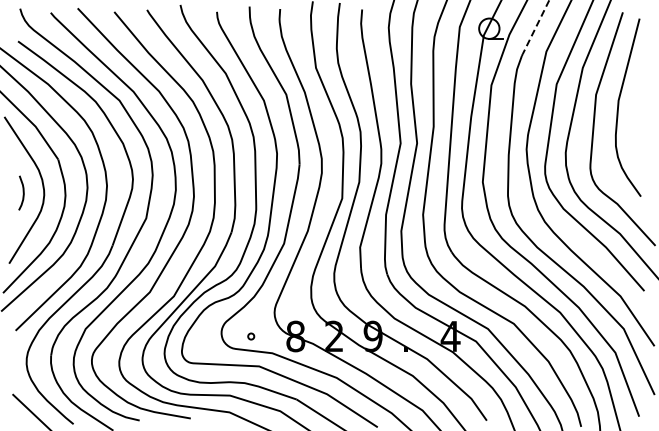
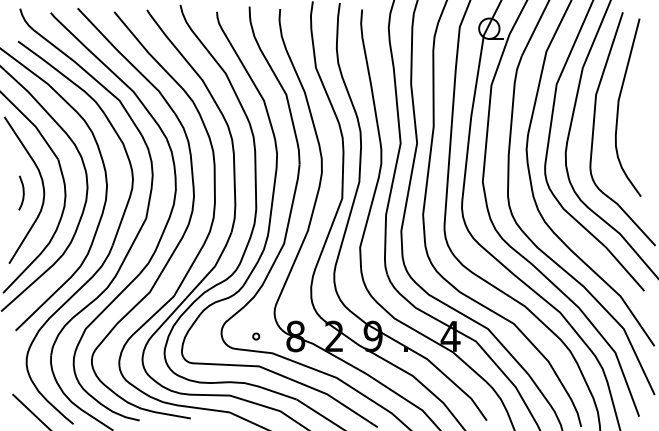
line at (535, 29): dashed -> solid
circle at (251, 336) position: (251, 336) -> (256, 336)
